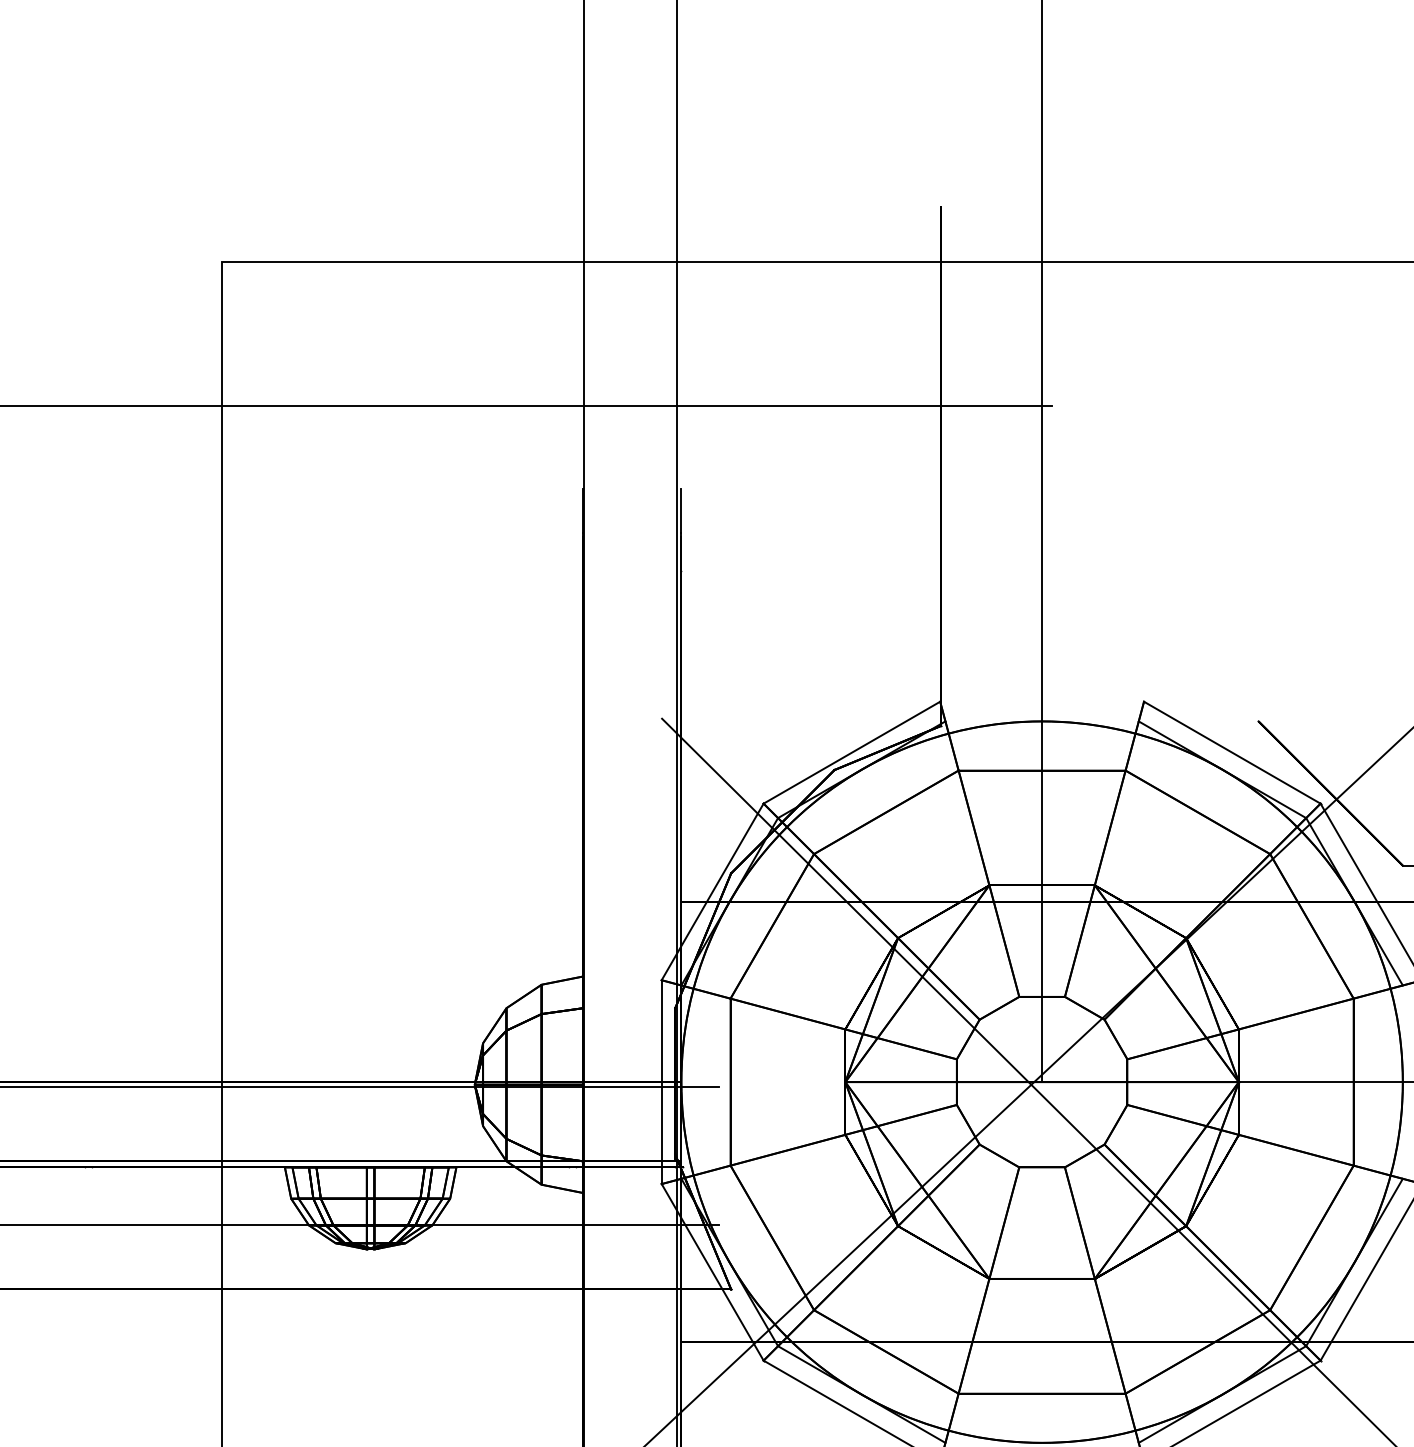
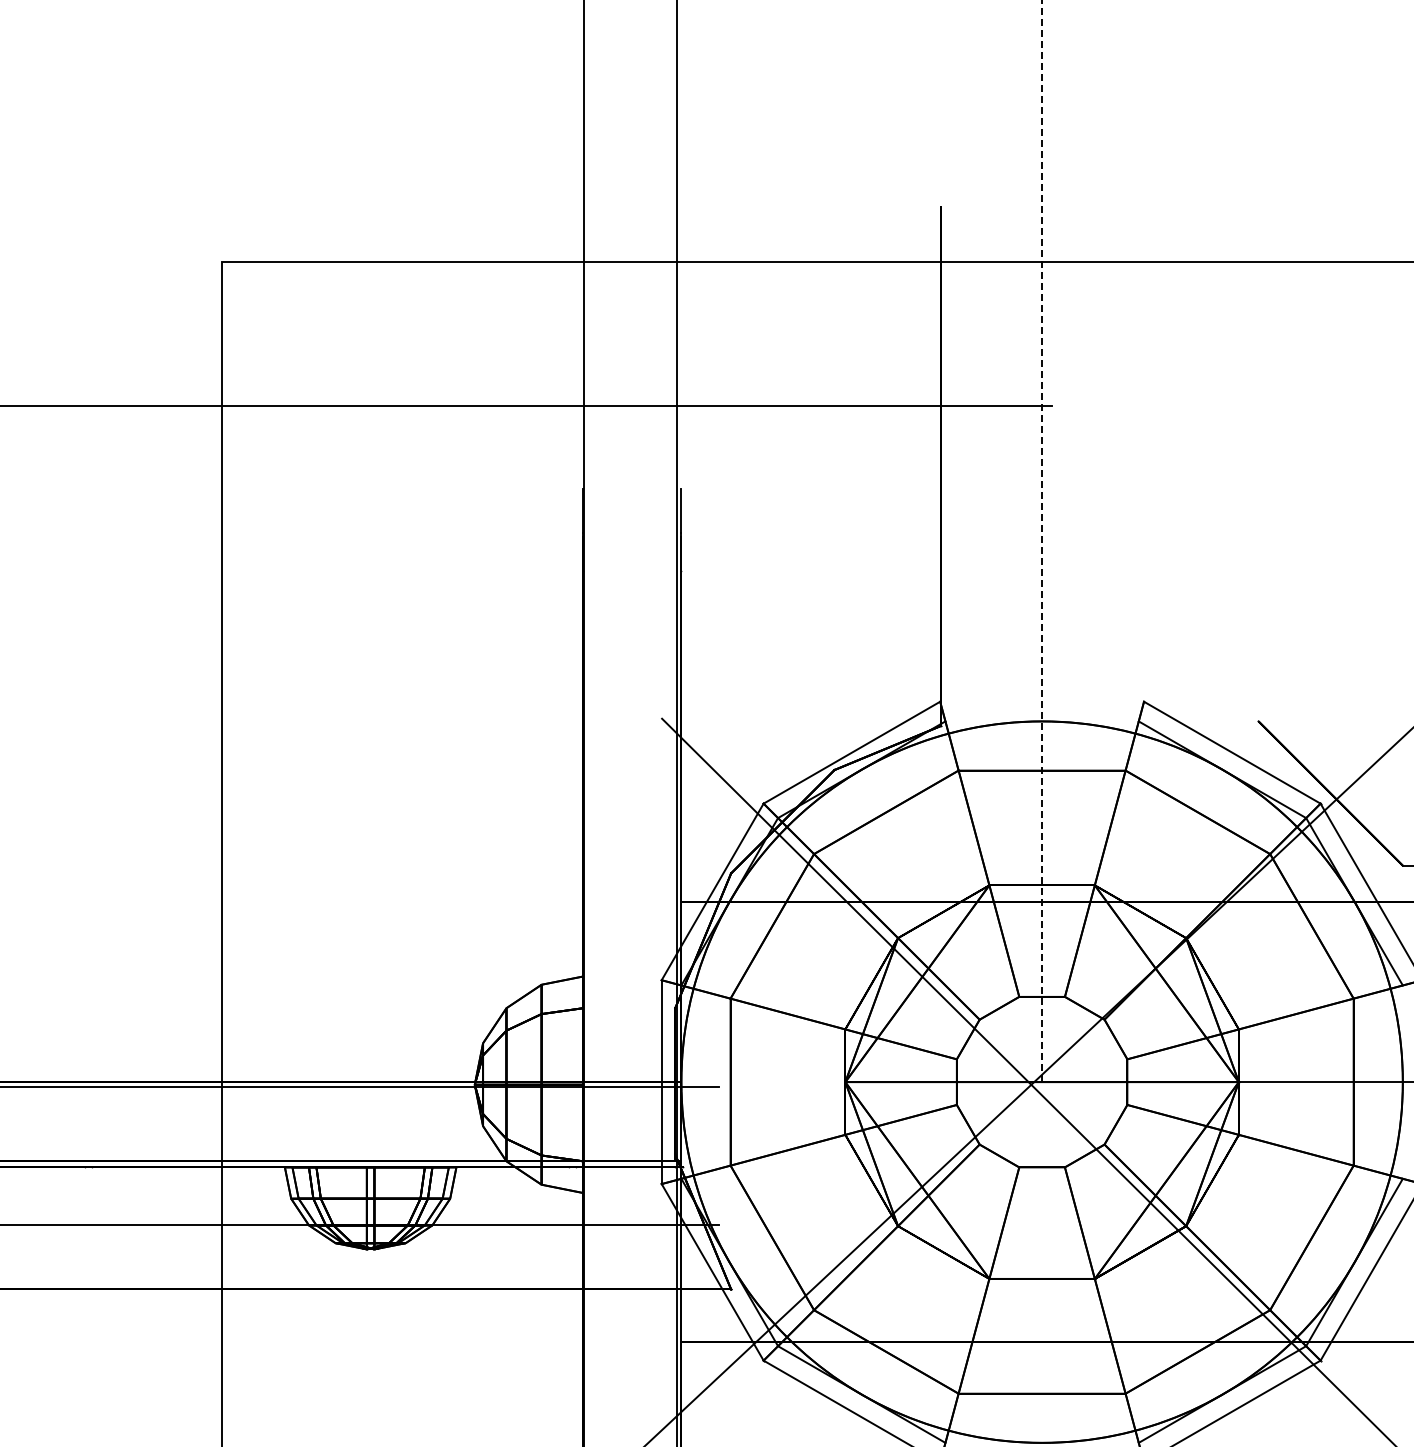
line at (1042, 540): solid -> dashed
